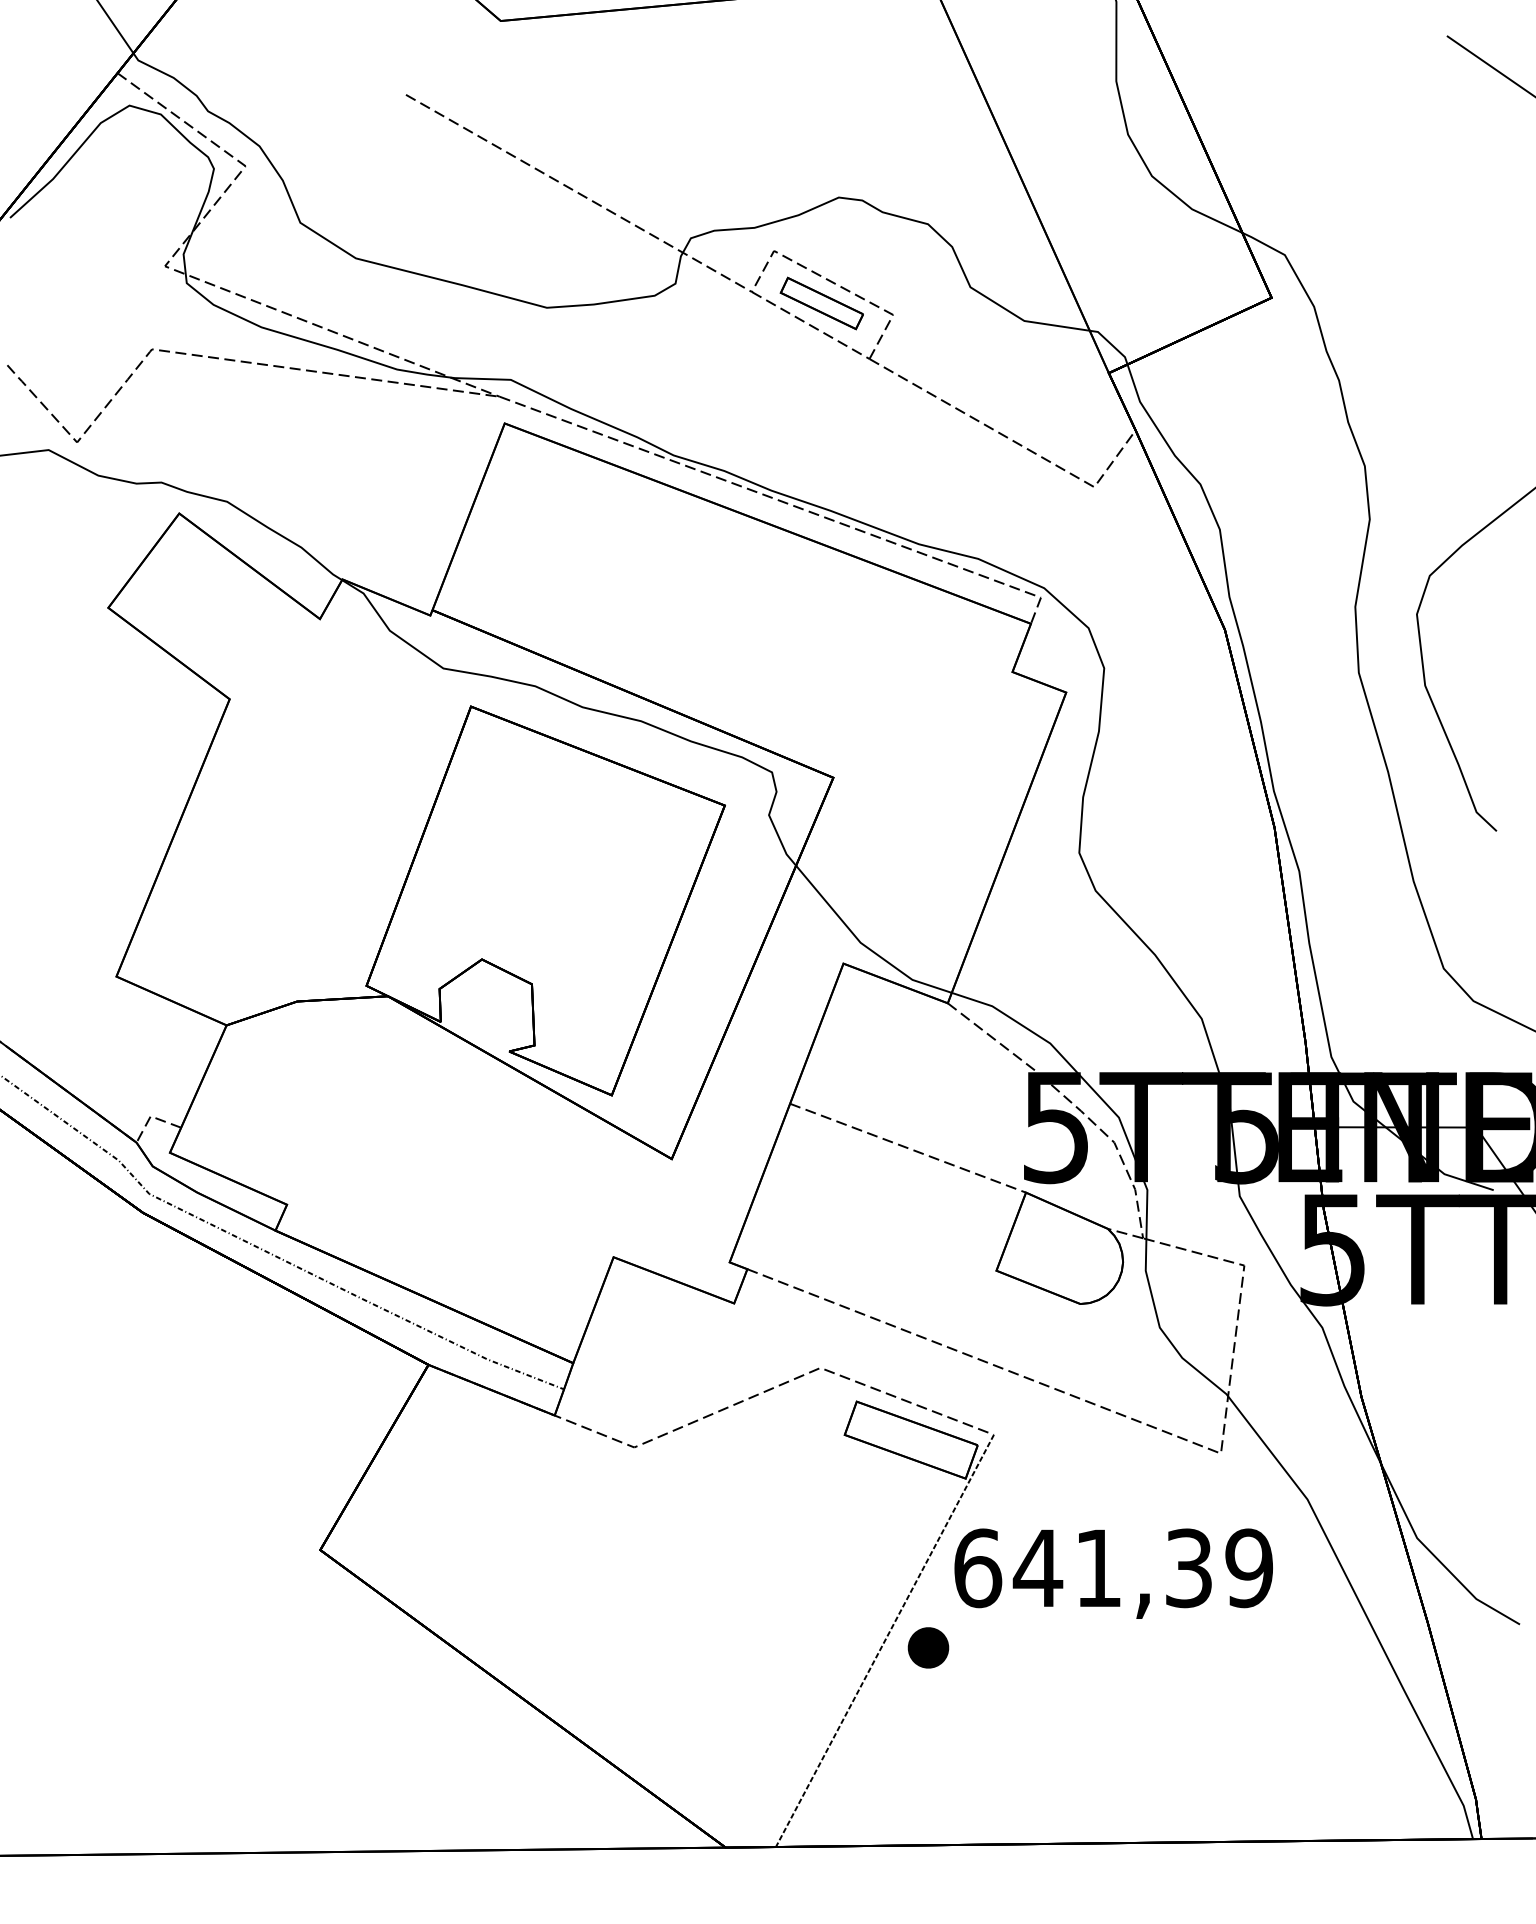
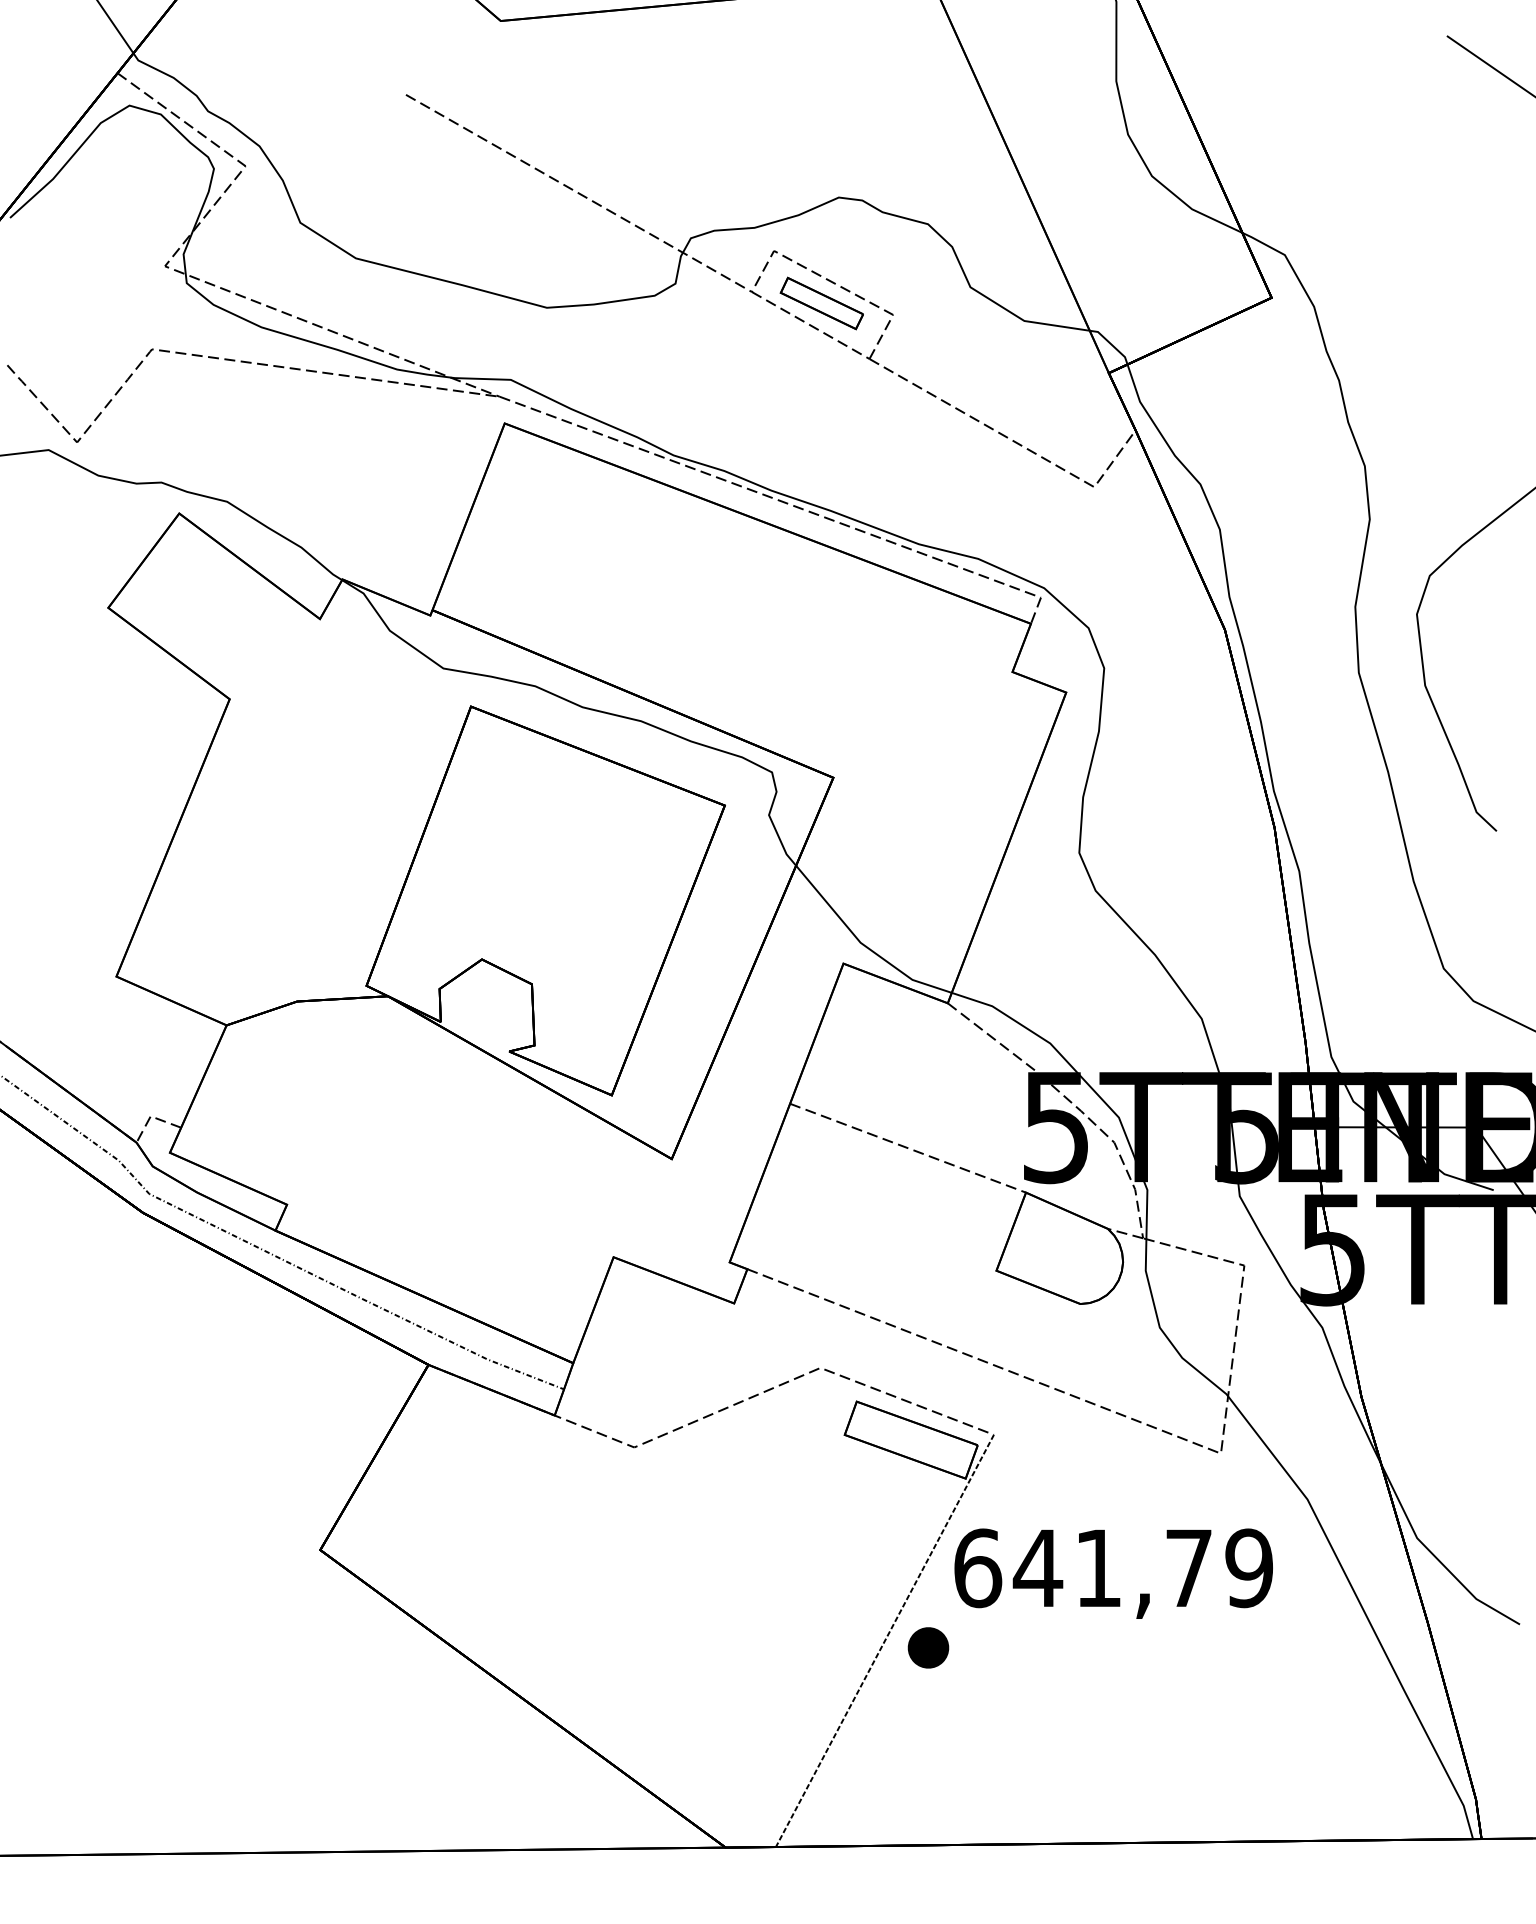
text at (1188, 1568): 641,39 -> 641,79
